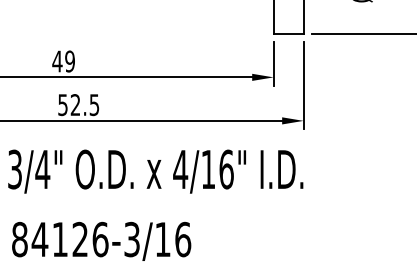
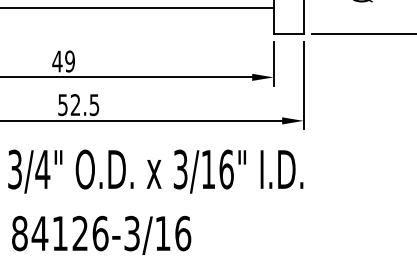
line at (137, 8): none -> present
text at (180, 169): 4/16" -> 3/16"
text at (101, 240) position: (101, 240) -> (101, 234)
